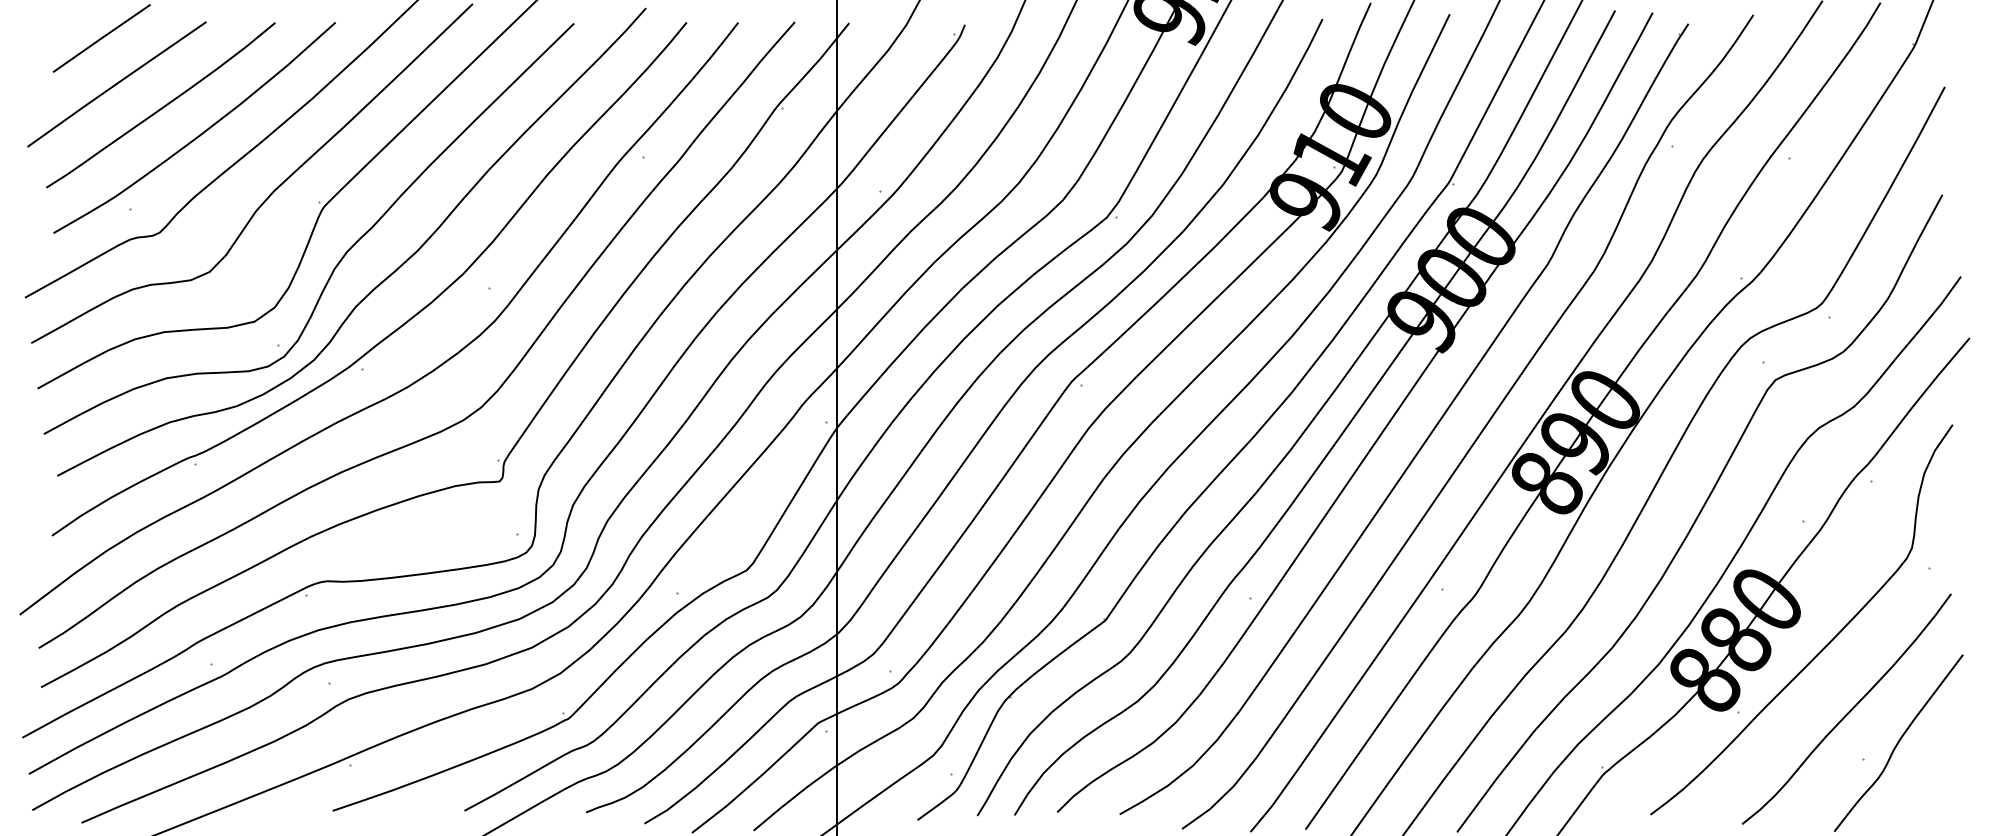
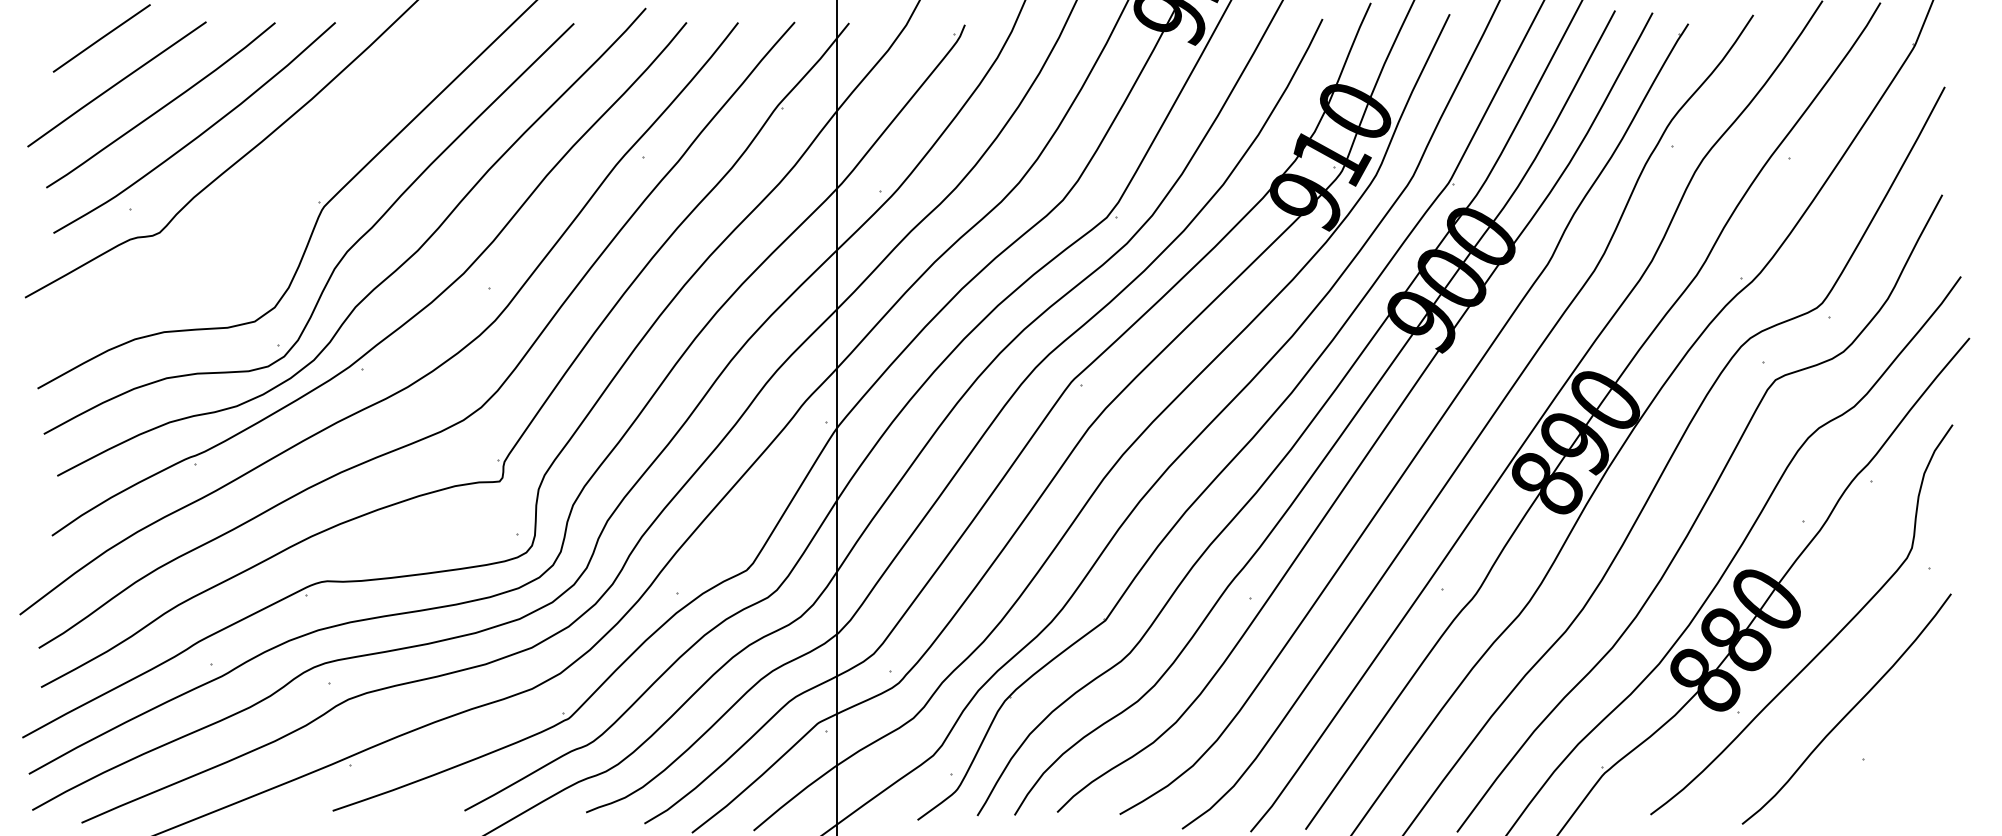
curve at (271, 192): present -> none
curve at (1898, 742): present -> none
